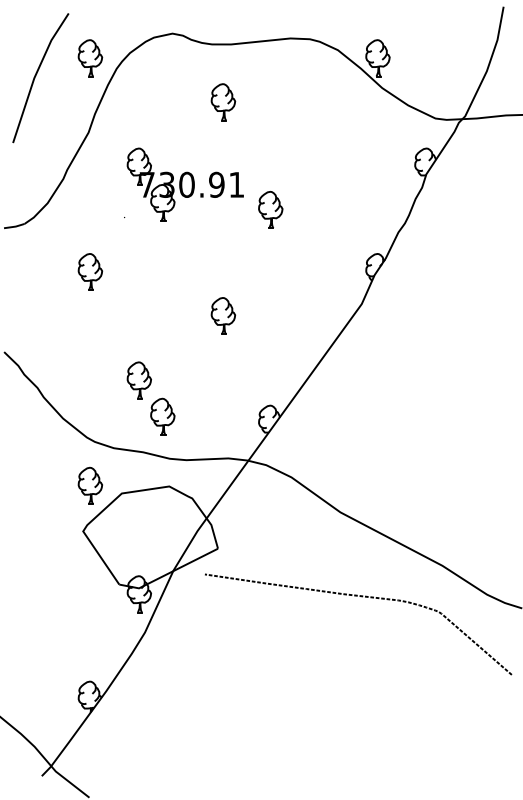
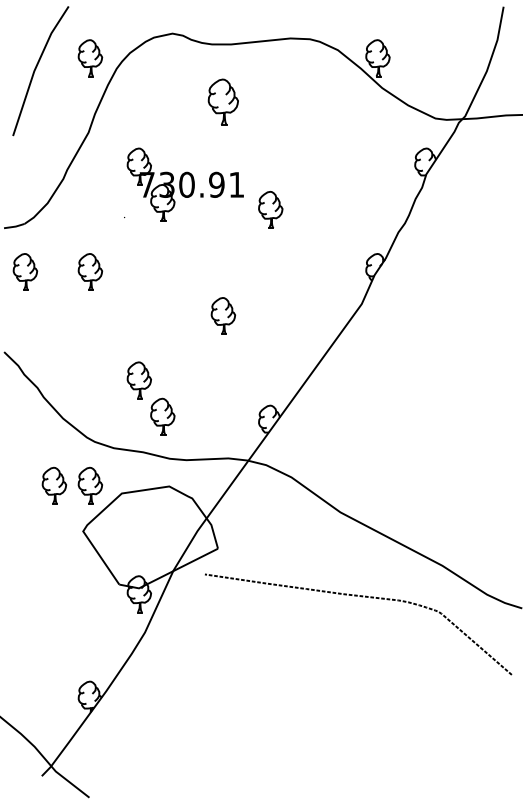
line at (36, 76) position: (36, 76) -> (36, 69)
part at (223, 102) size: 27x39 px -> 32x48 px
part at (25, 271): none -> present
part at (53, 485): none -> present
